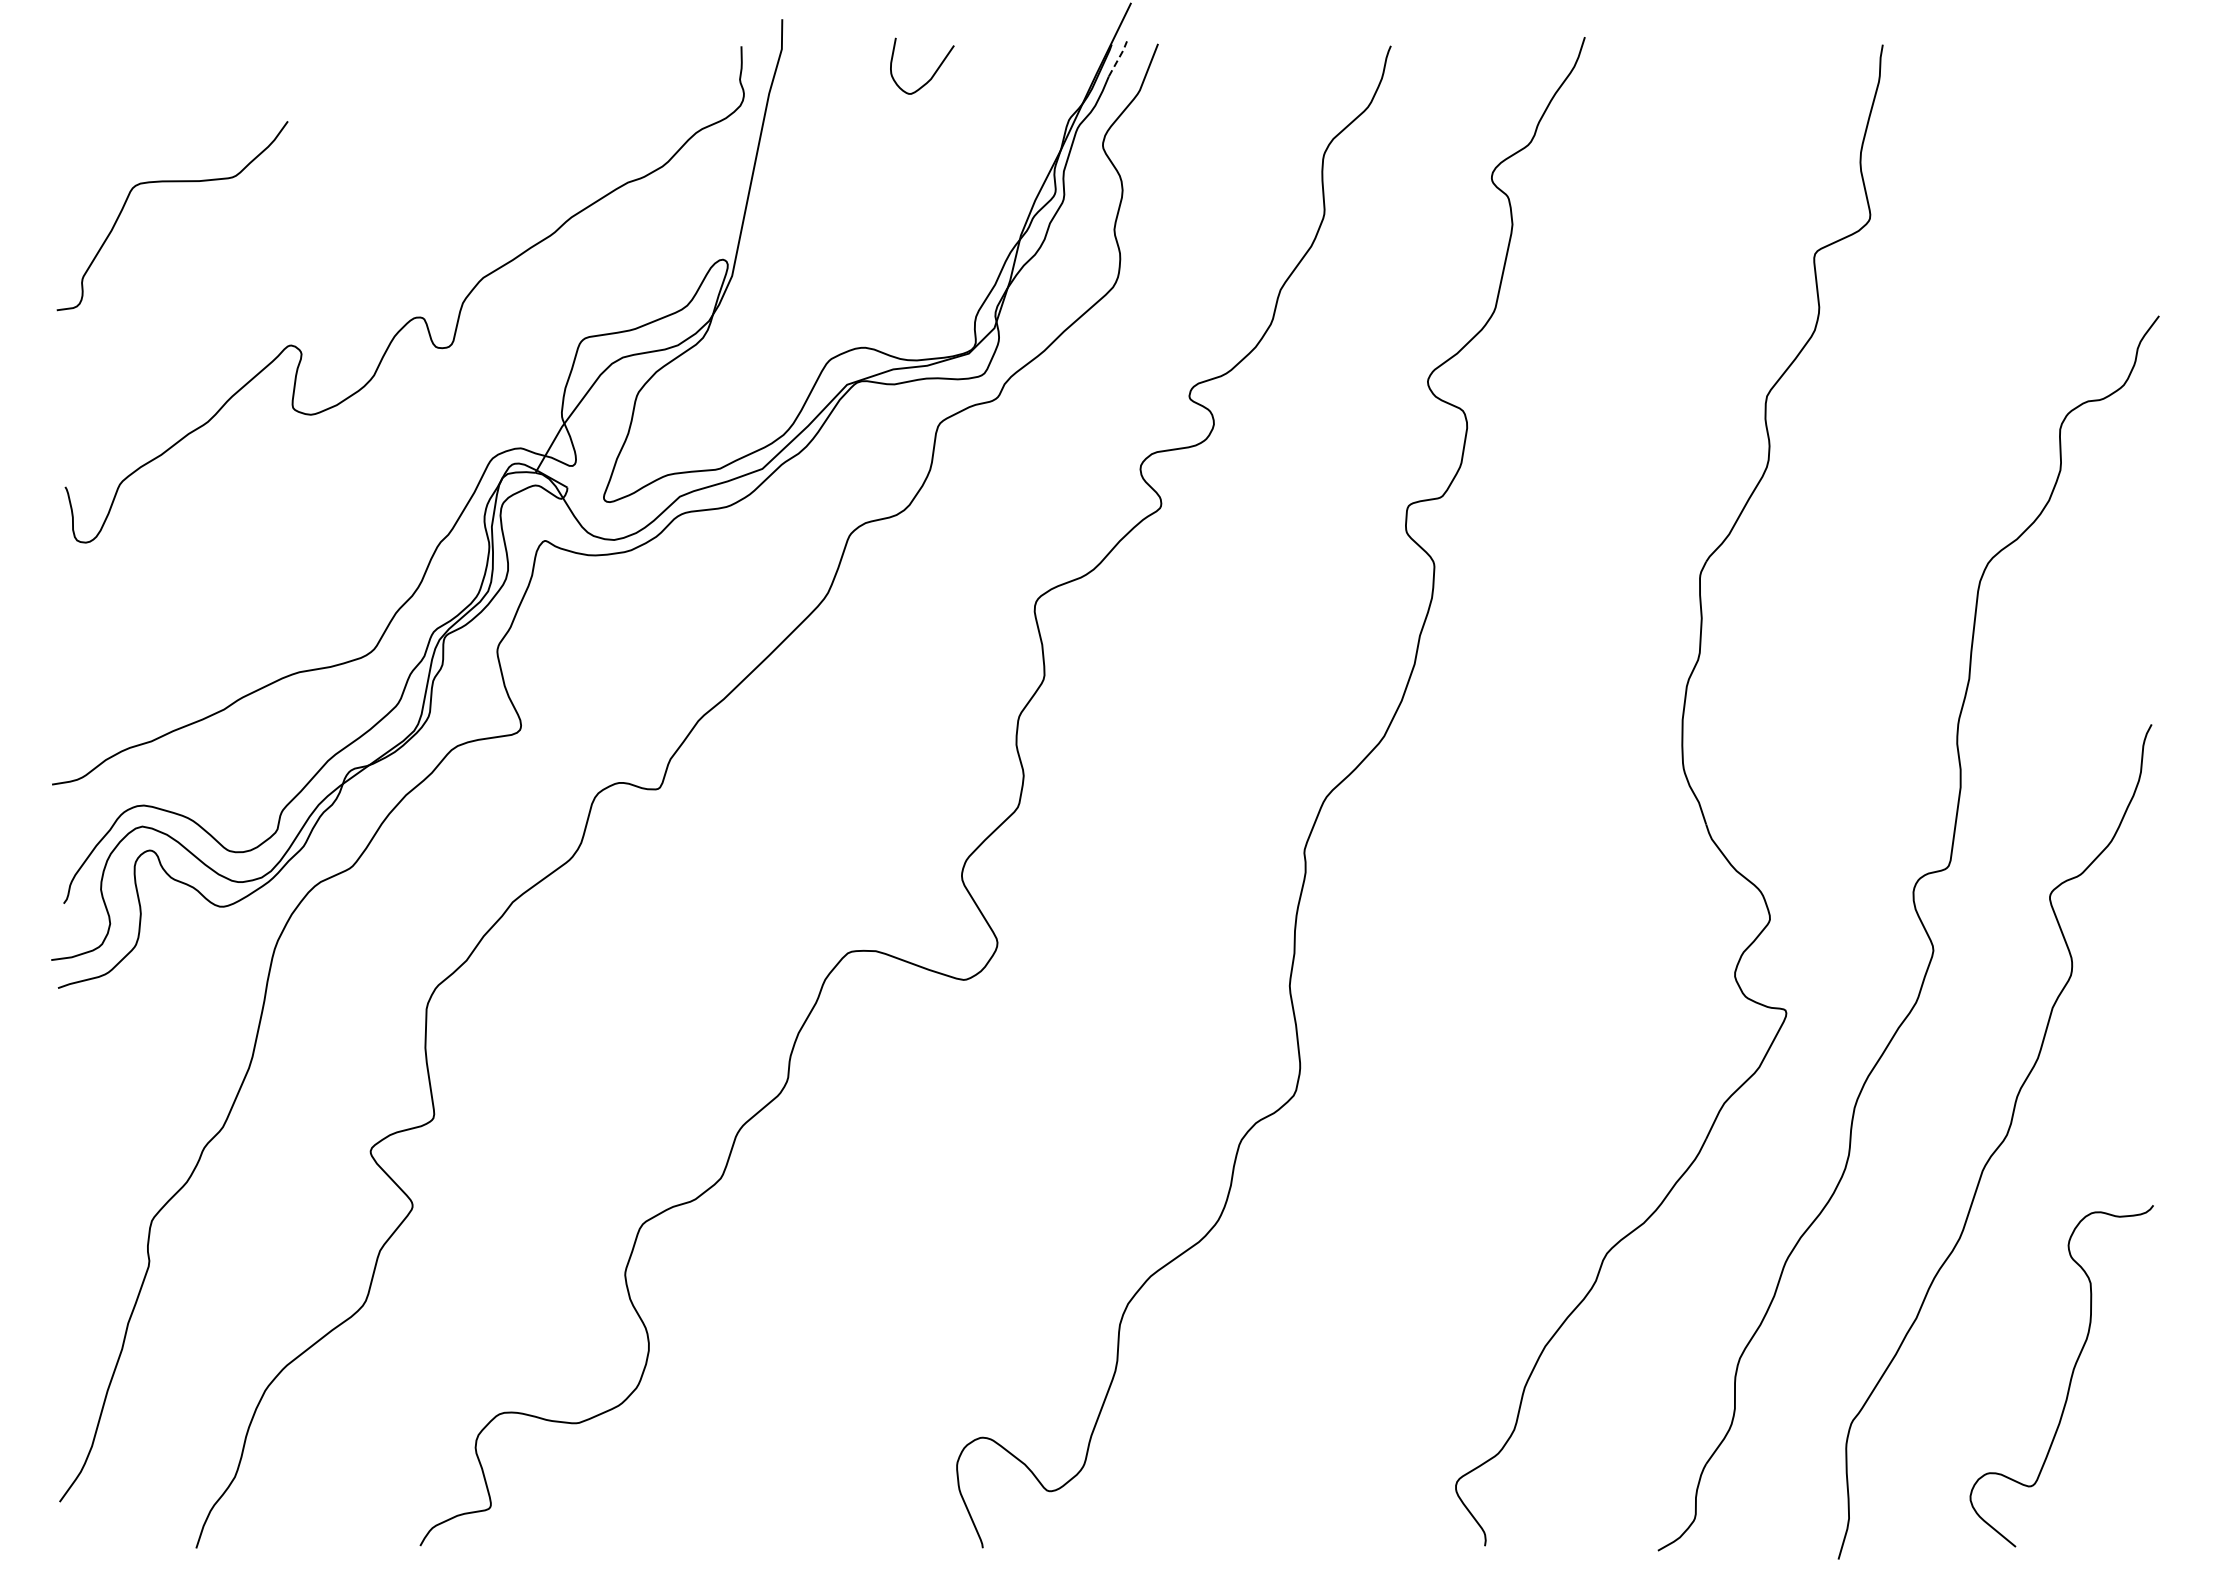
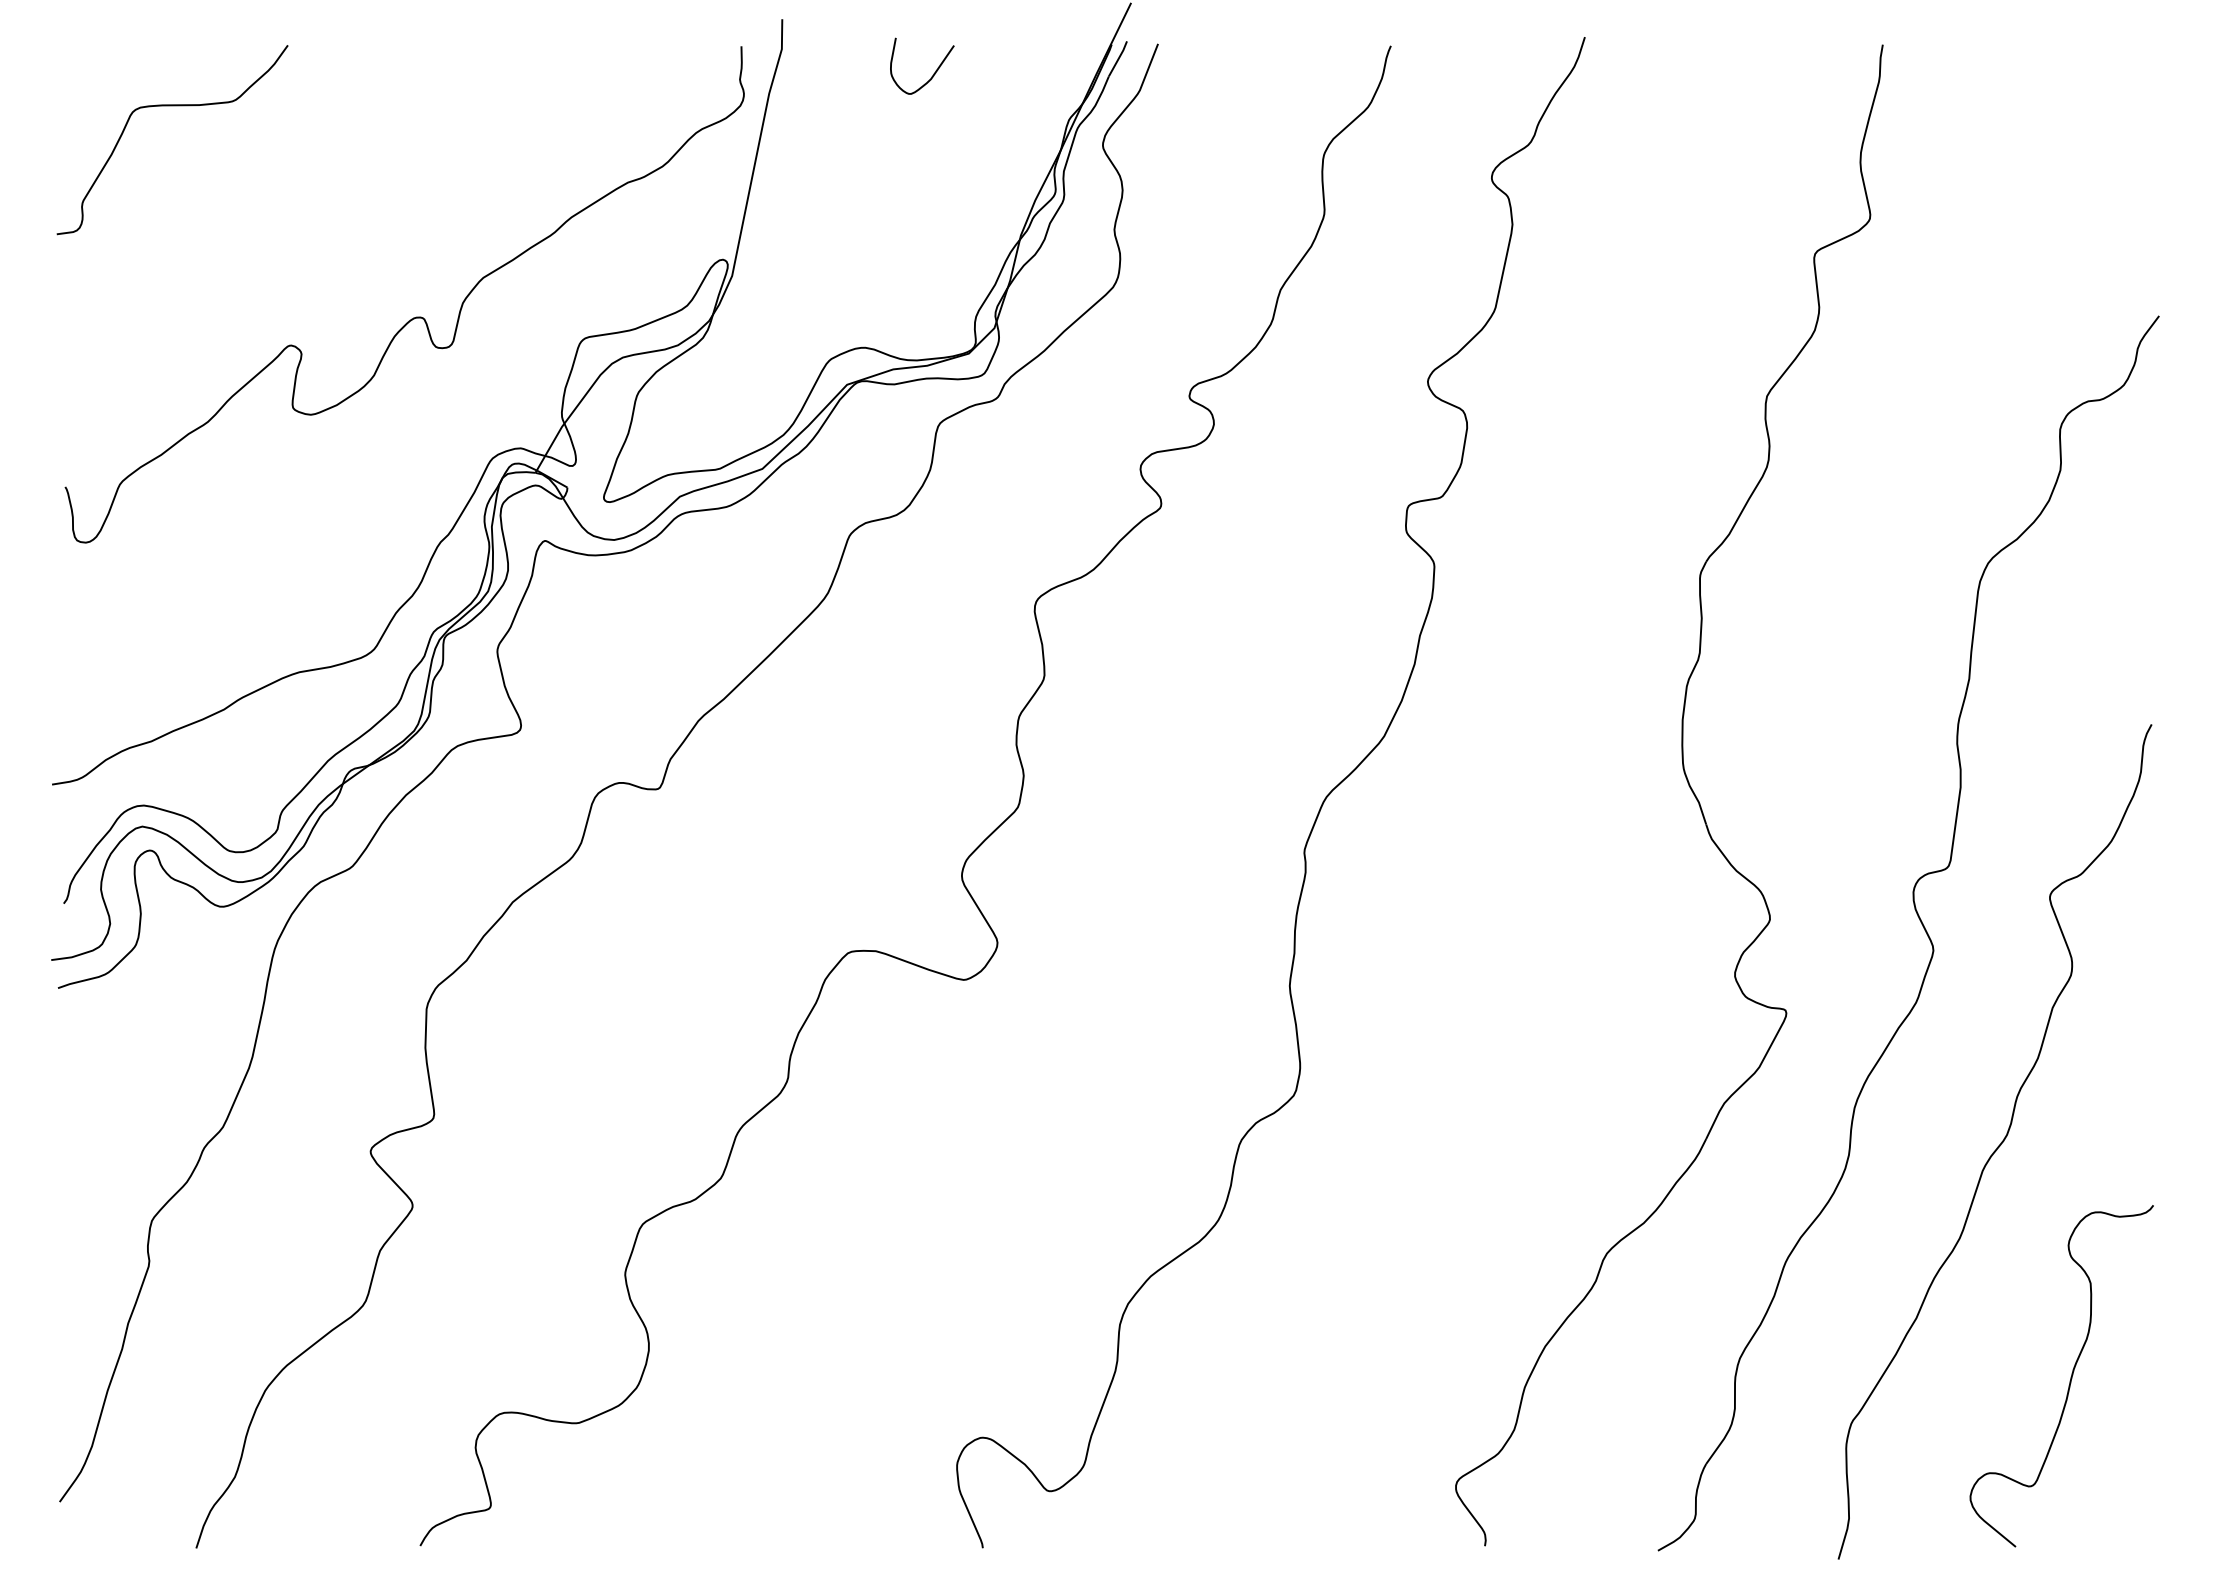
line at (1119, 58): dashed -> solid
curve at (172, 182) position: (172, 182) -> (172, 106)
